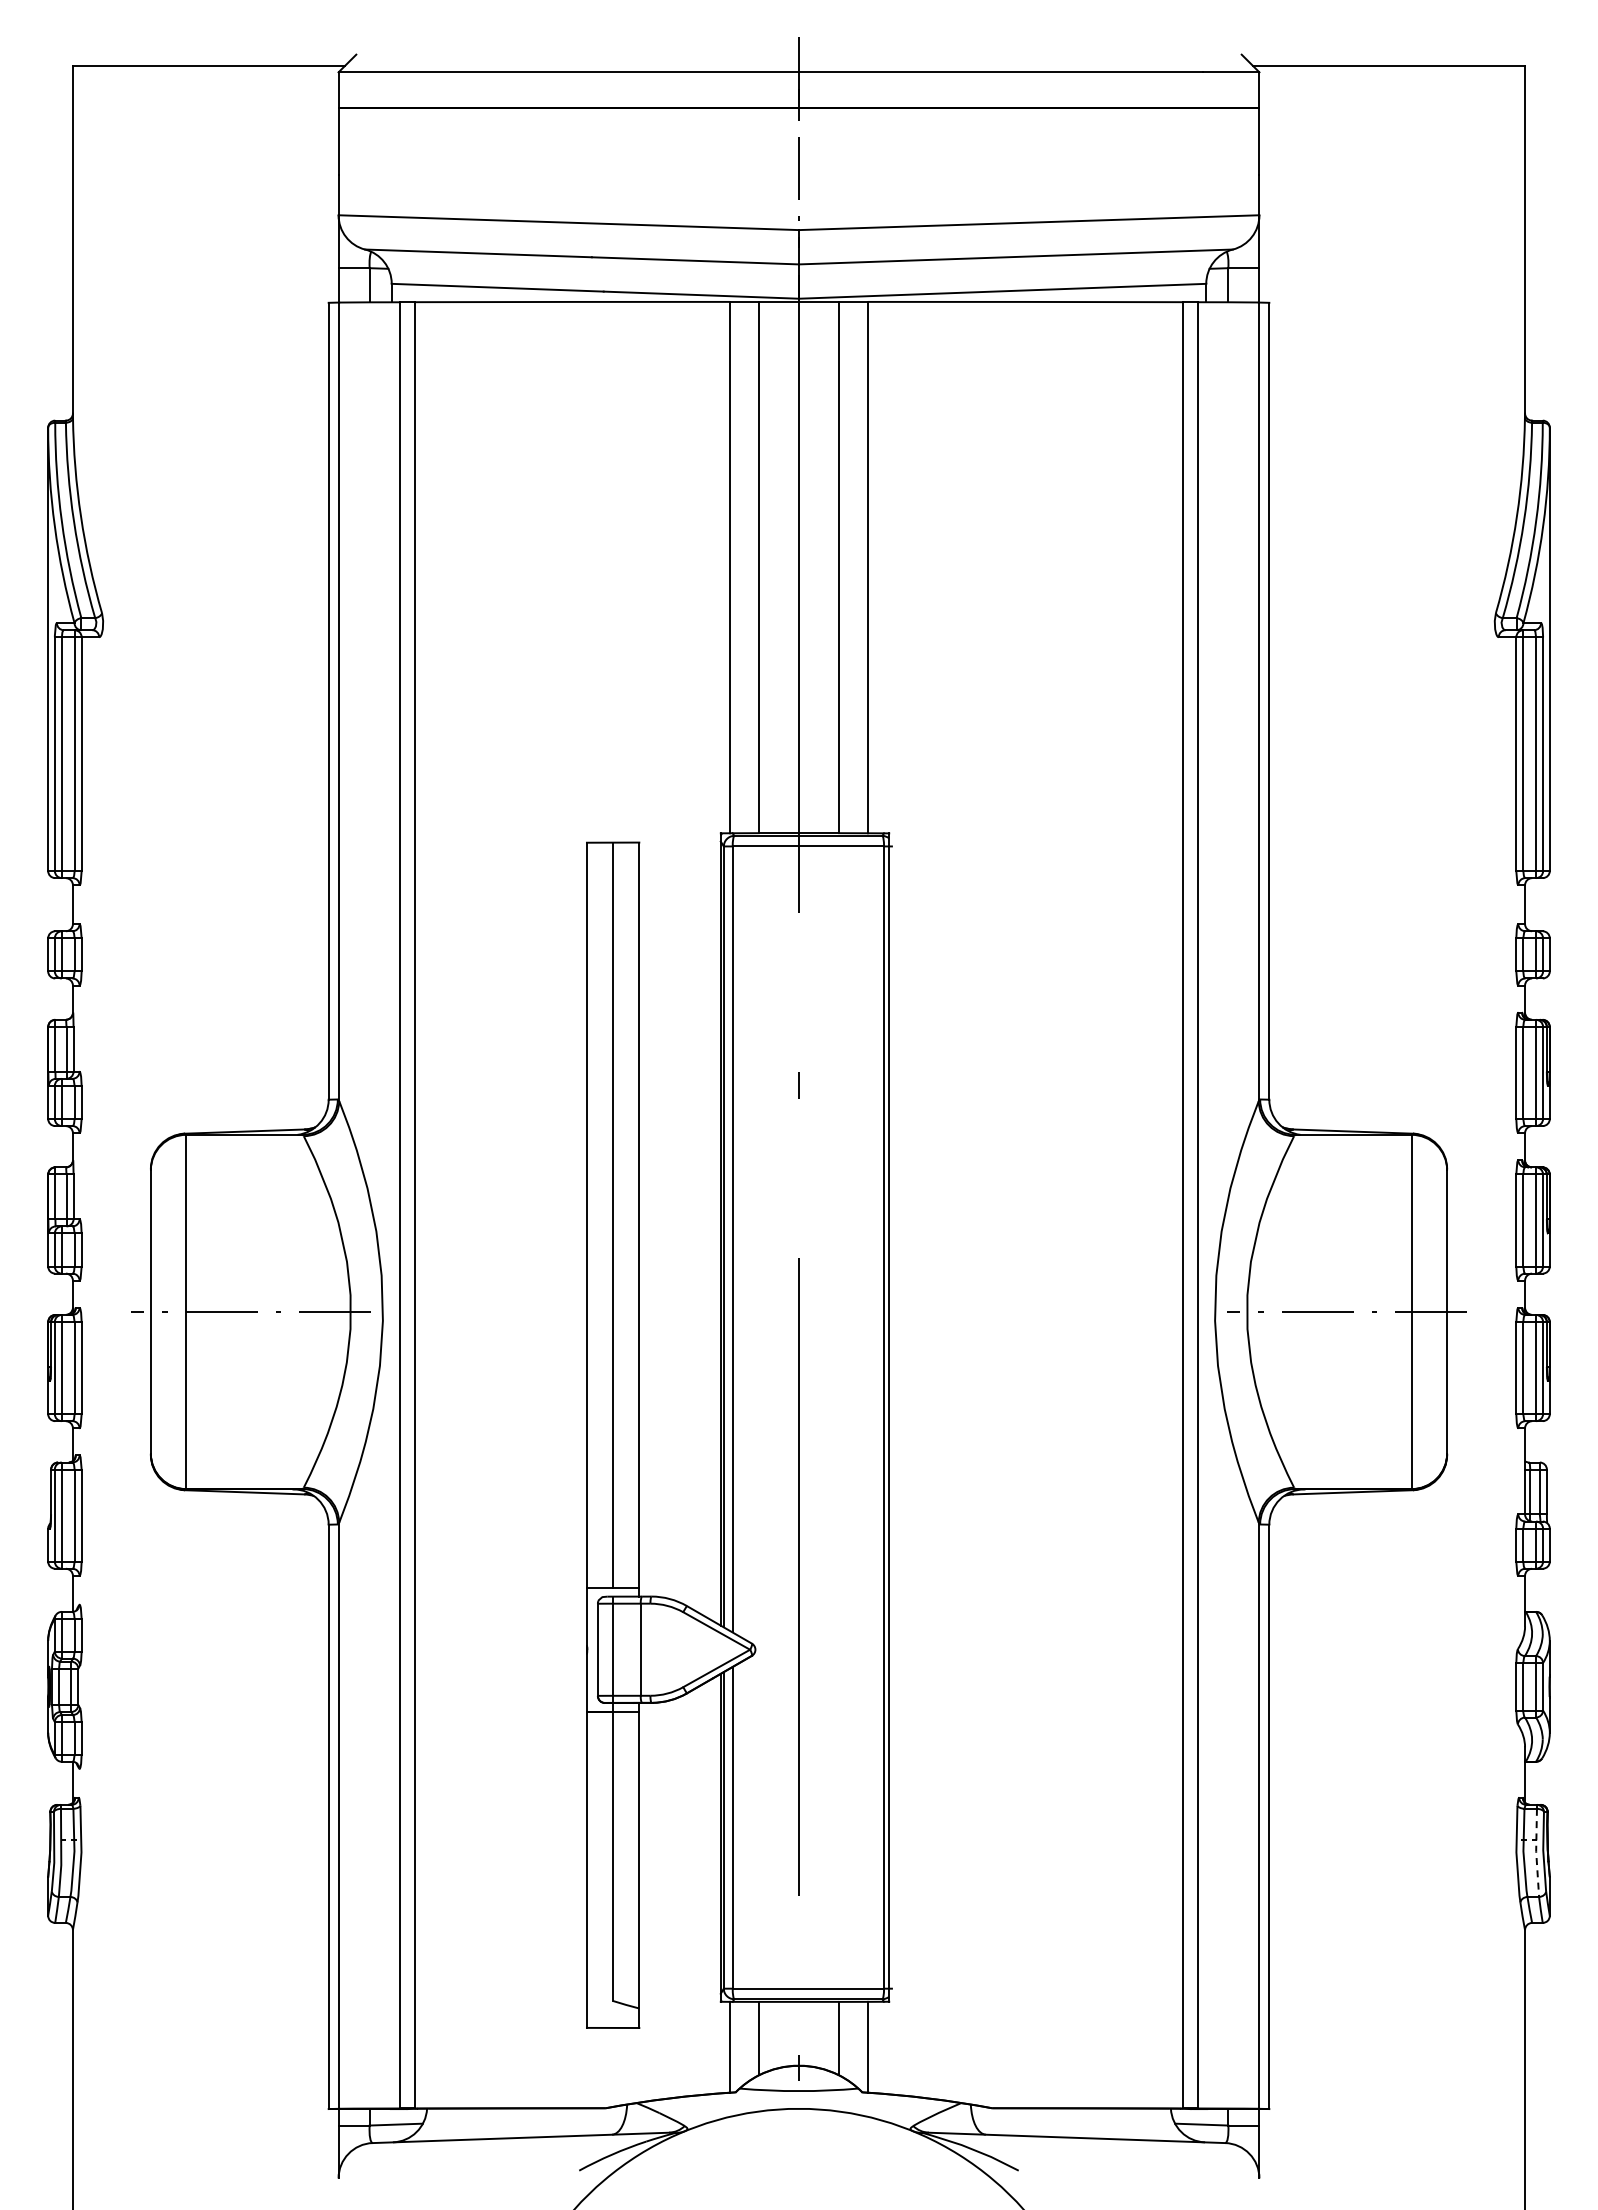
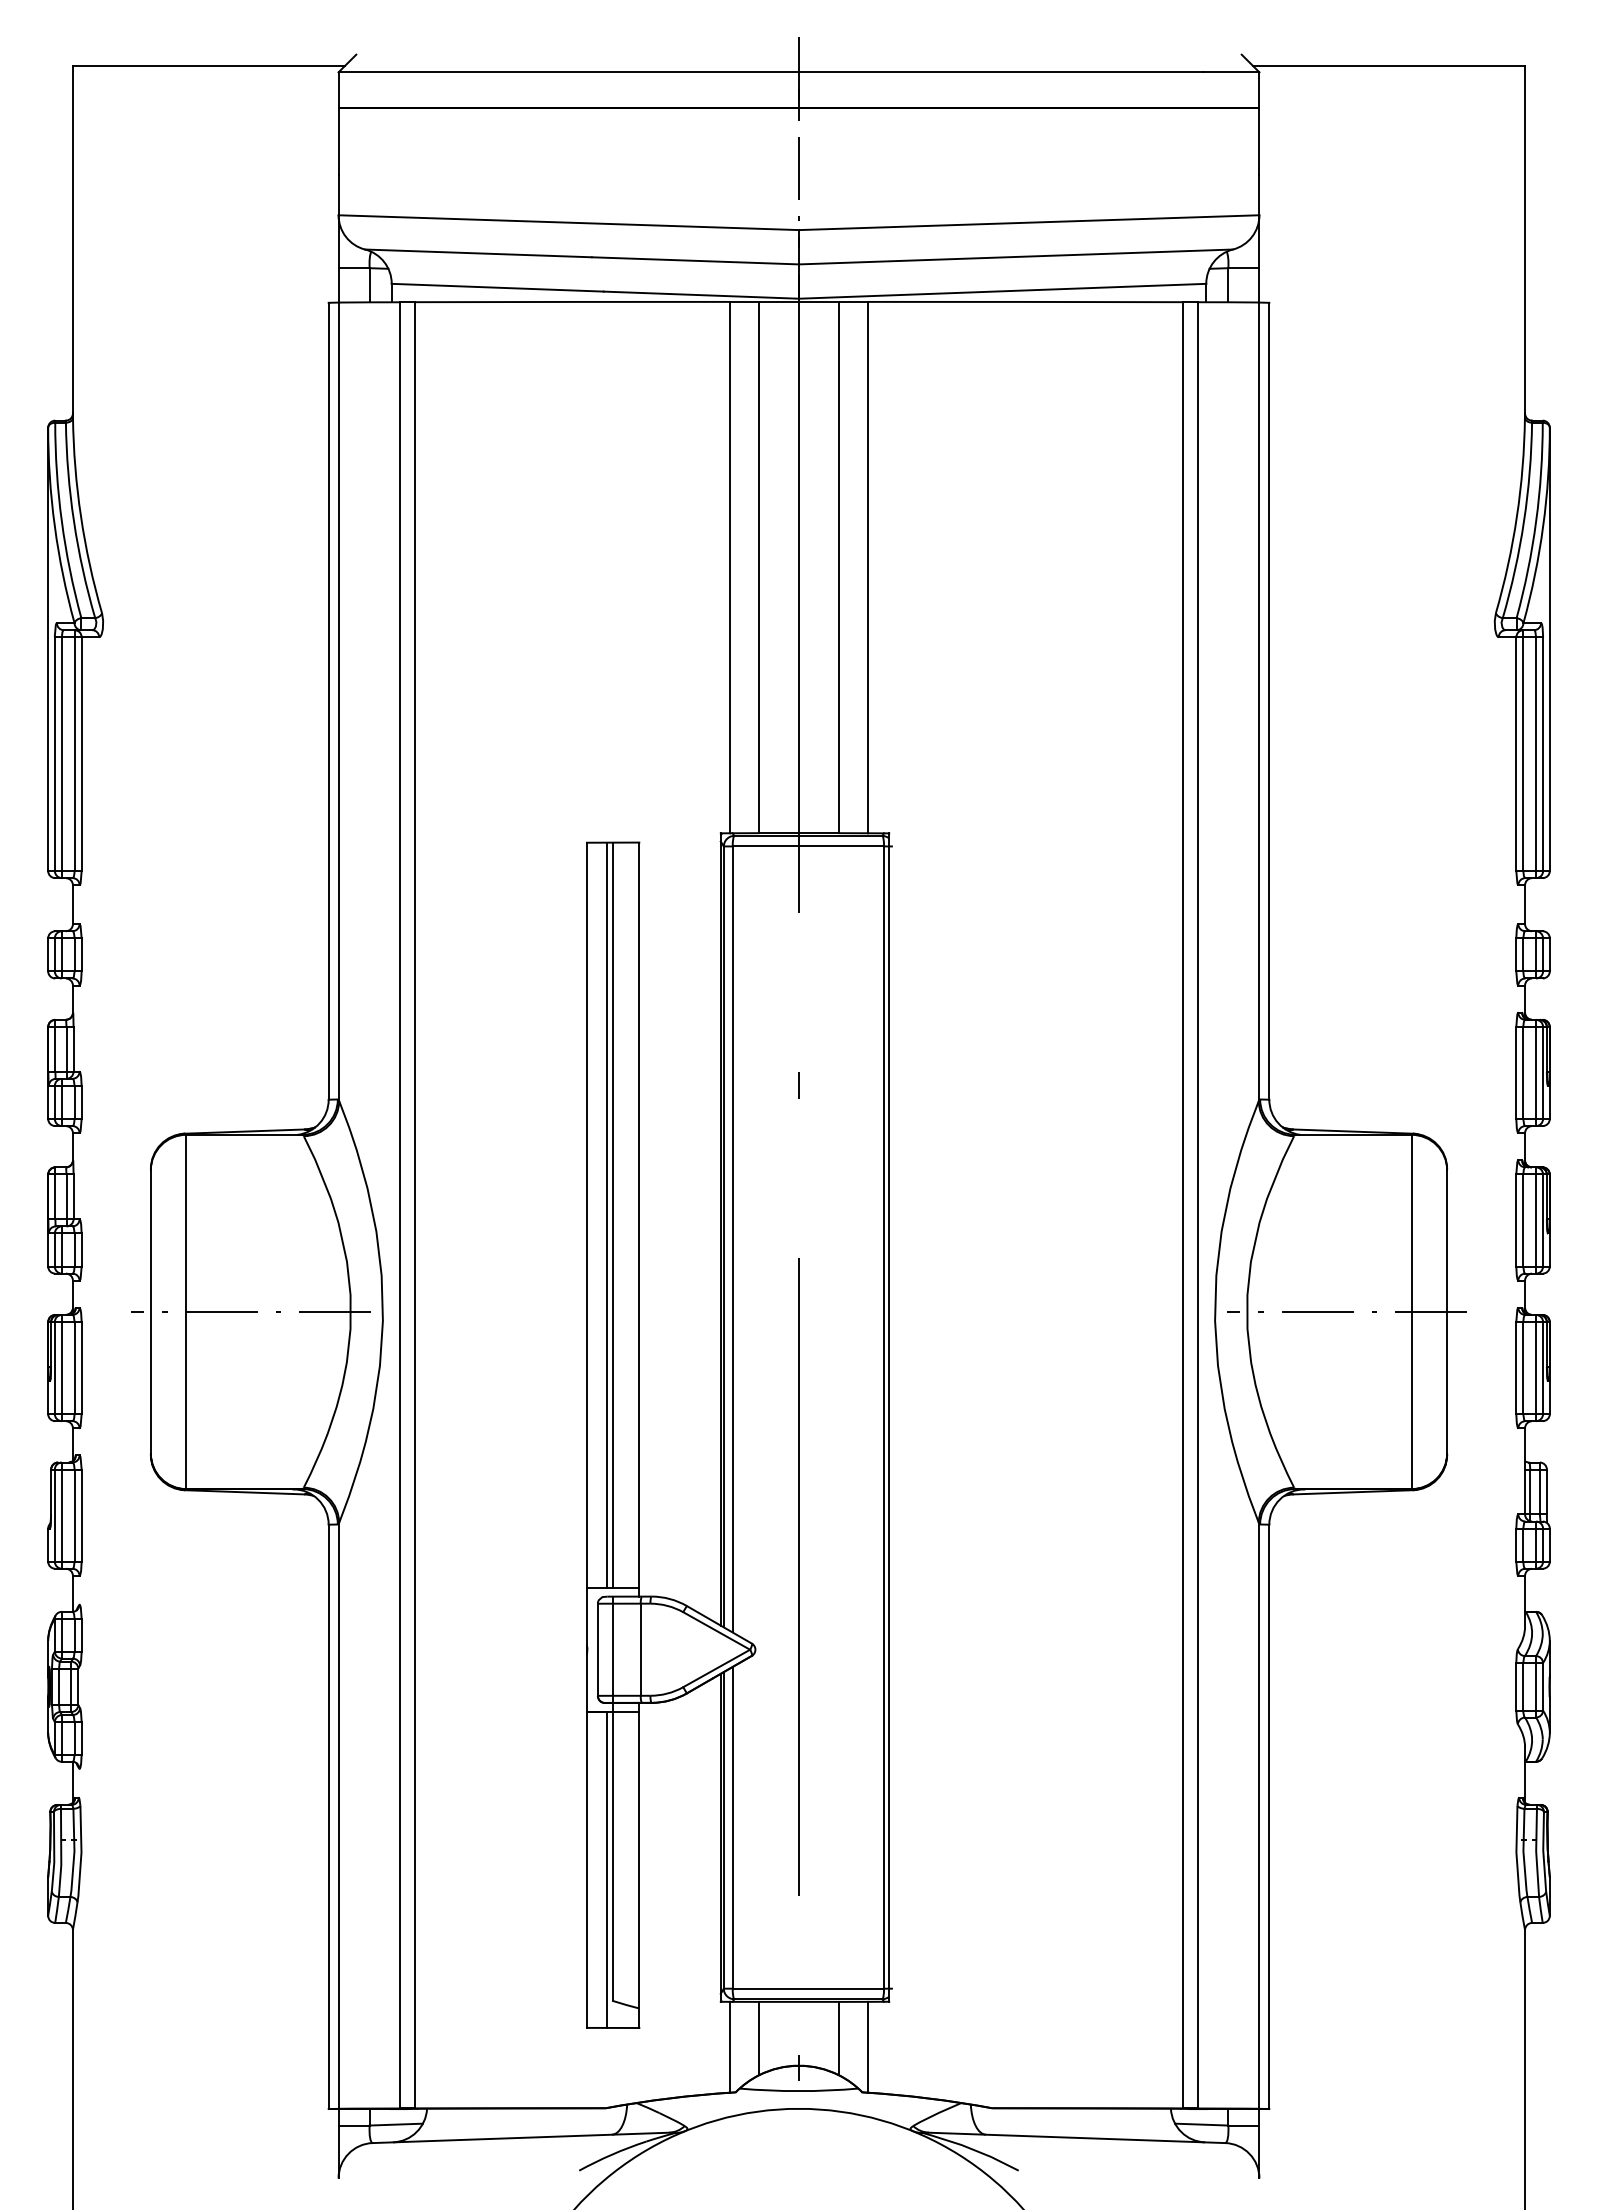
line at (607, 1214): none -> present
line at (1536, 1852): dashed -> solid
line at (607, 1869): none -> present
